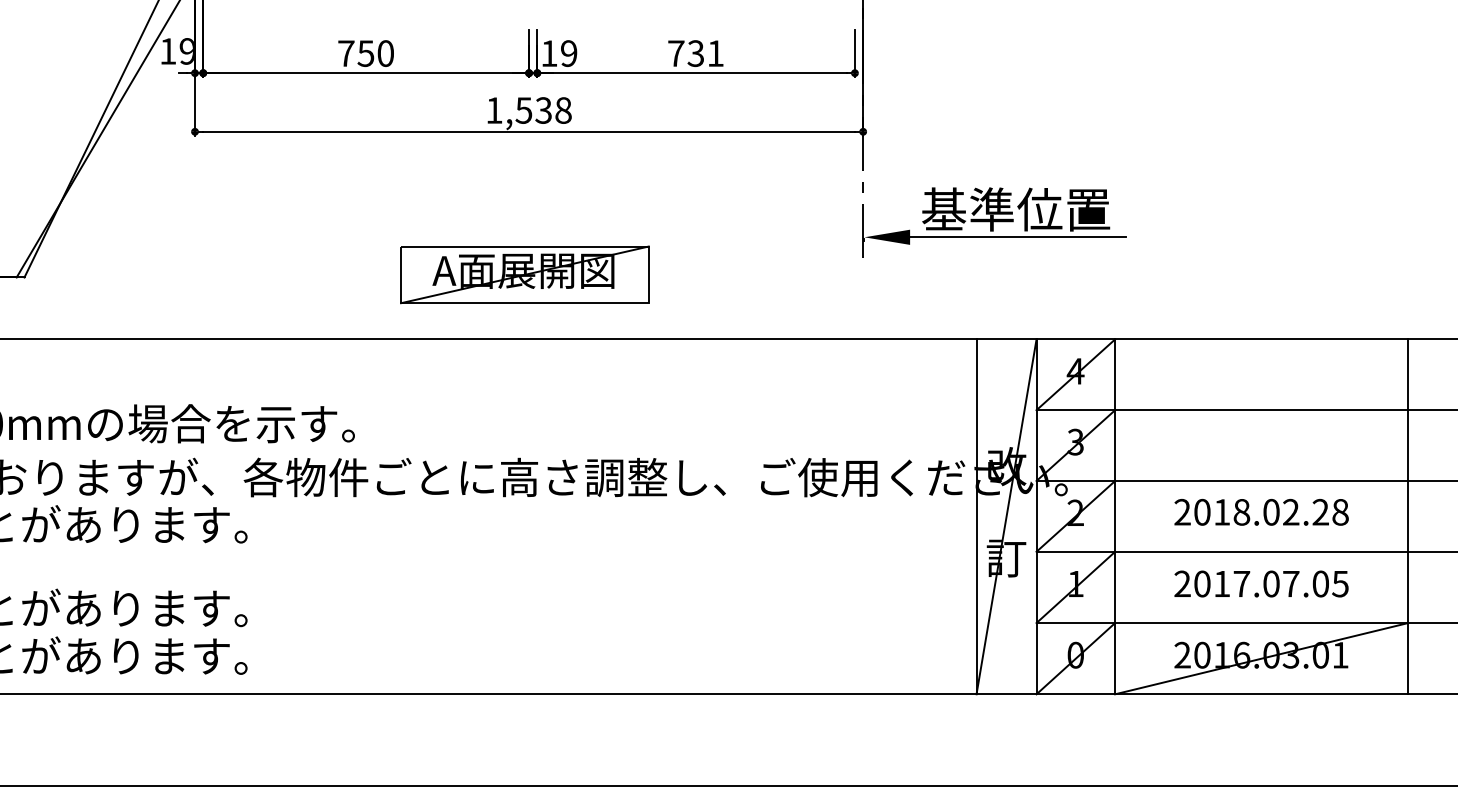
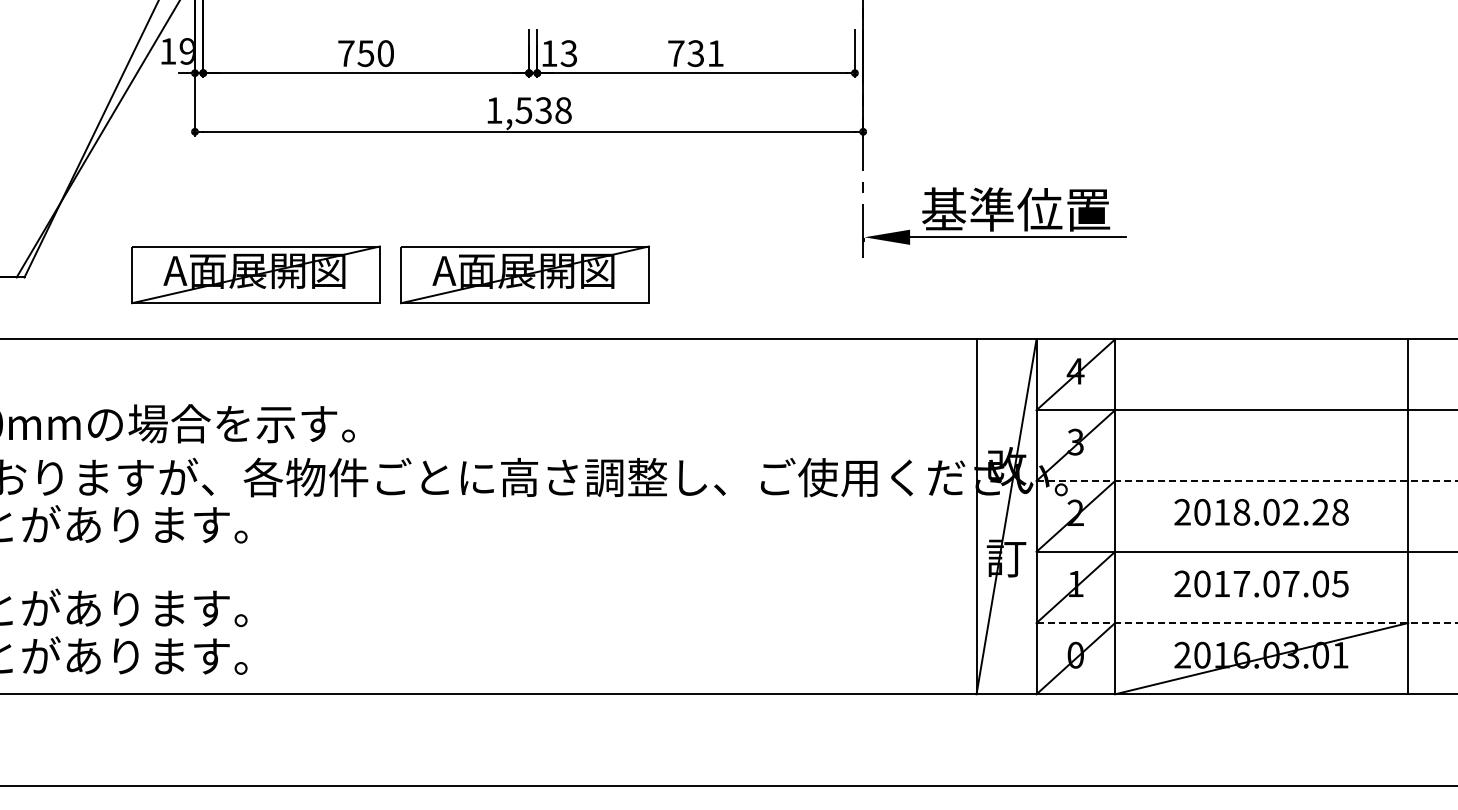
text at (568, 53): 19 -> 13
part at (255, 274): none -> present
line at (1247, 480): solid -> dashed
line at (1247, 623): solid -> dashed
